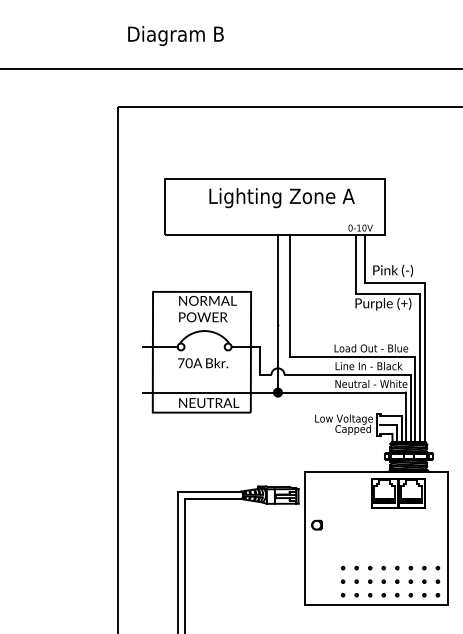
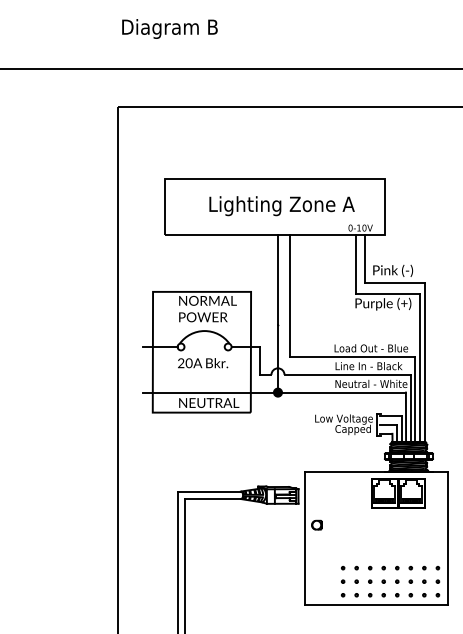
text at (175, 35) position: (175, 35) -> (169, 28)
text at (281, 198) position: (281, 198) -> (281, 206)
text at (181, 363): 70A -> 20A
